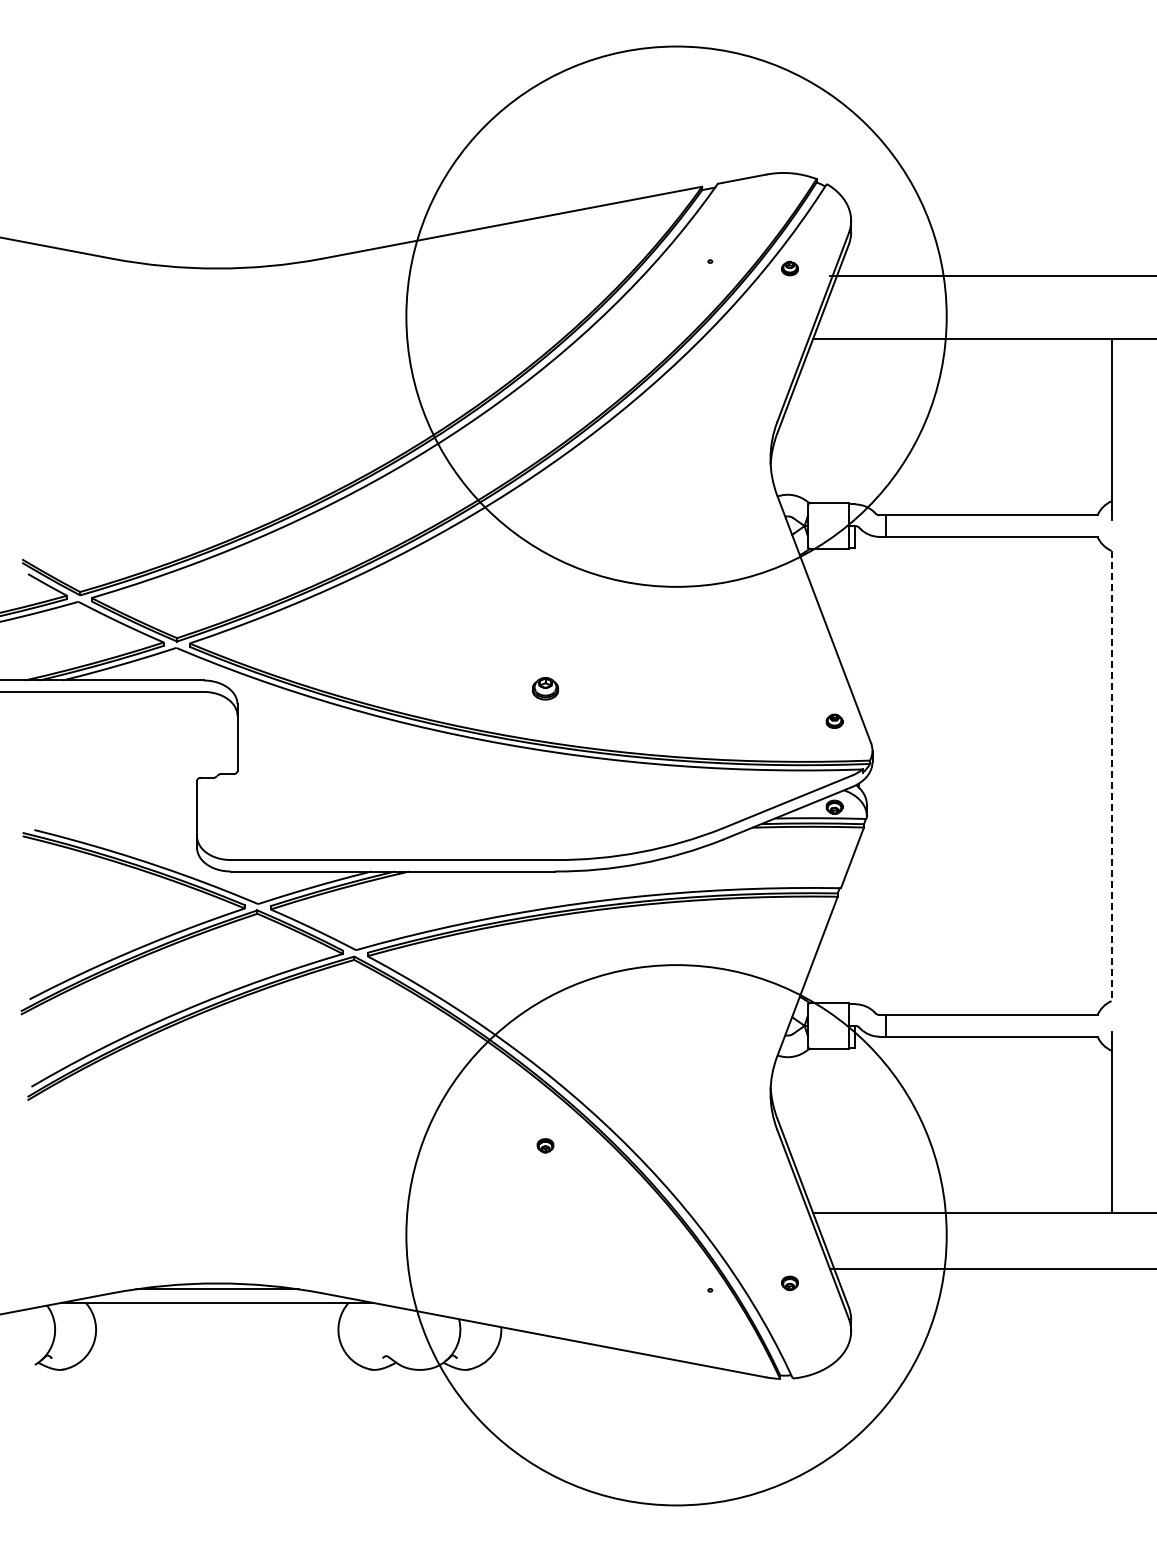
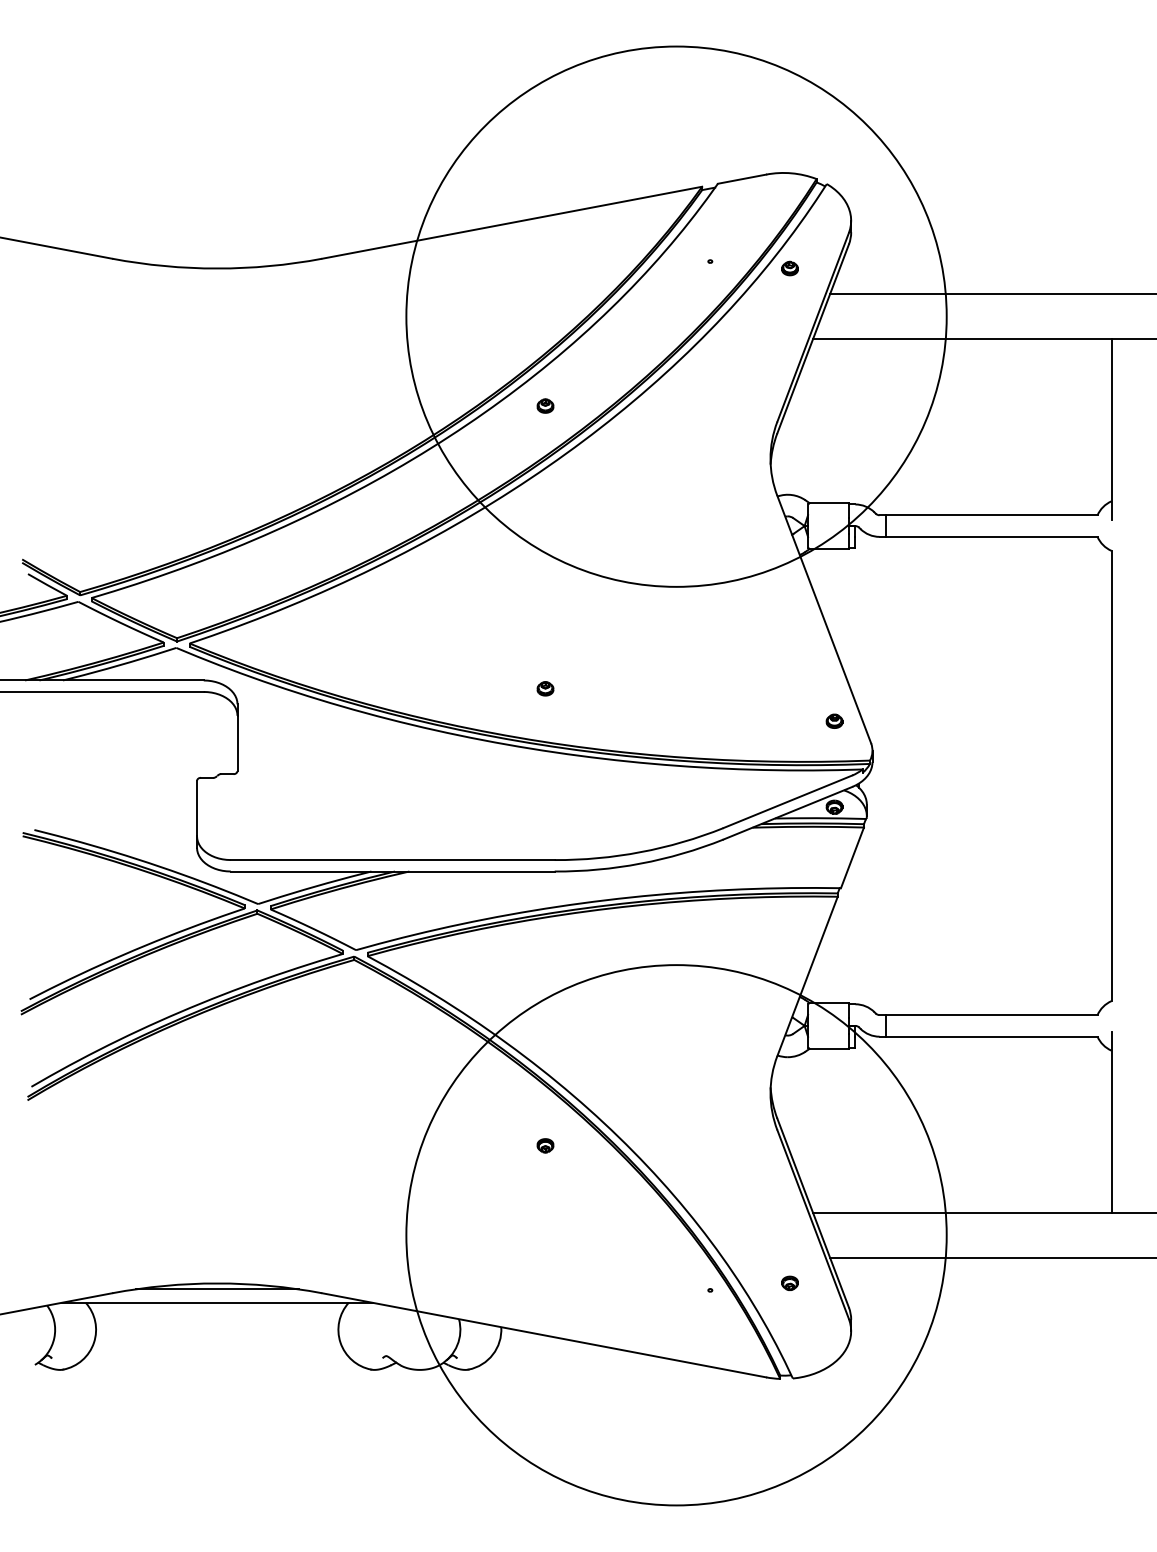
line at (991, 275) position: (991, 275) -> (991, 293)
part at (545, 405): none -> present
part at (545, 688) size: 28x24 px -> 19x16 px
line at (1111, 776): dashed -> solid
line at (991, 1269) position: (991, 1269) -> (991, 1258)
